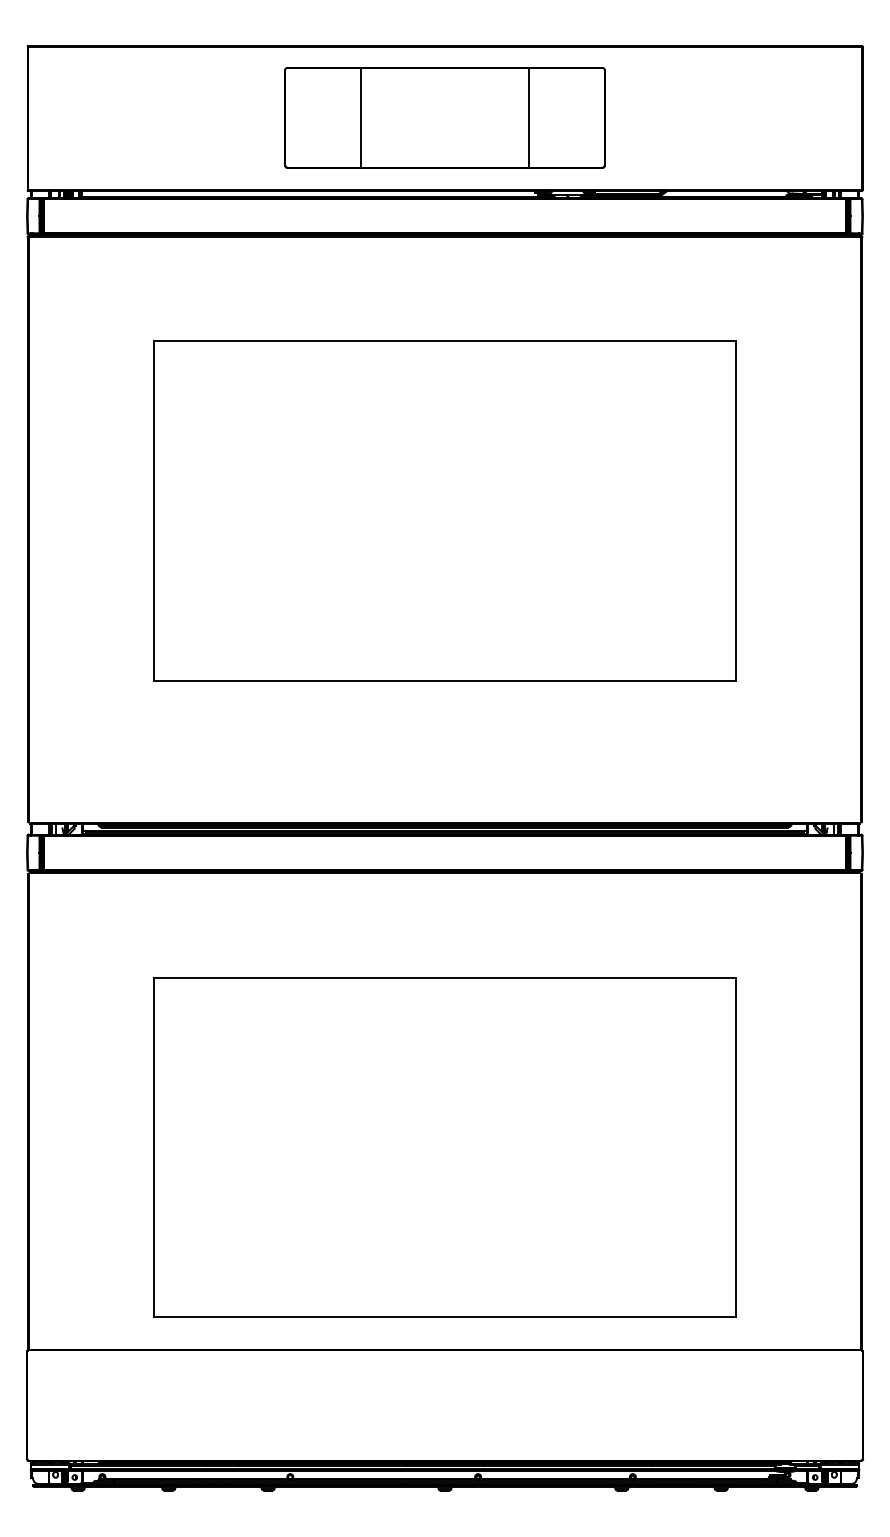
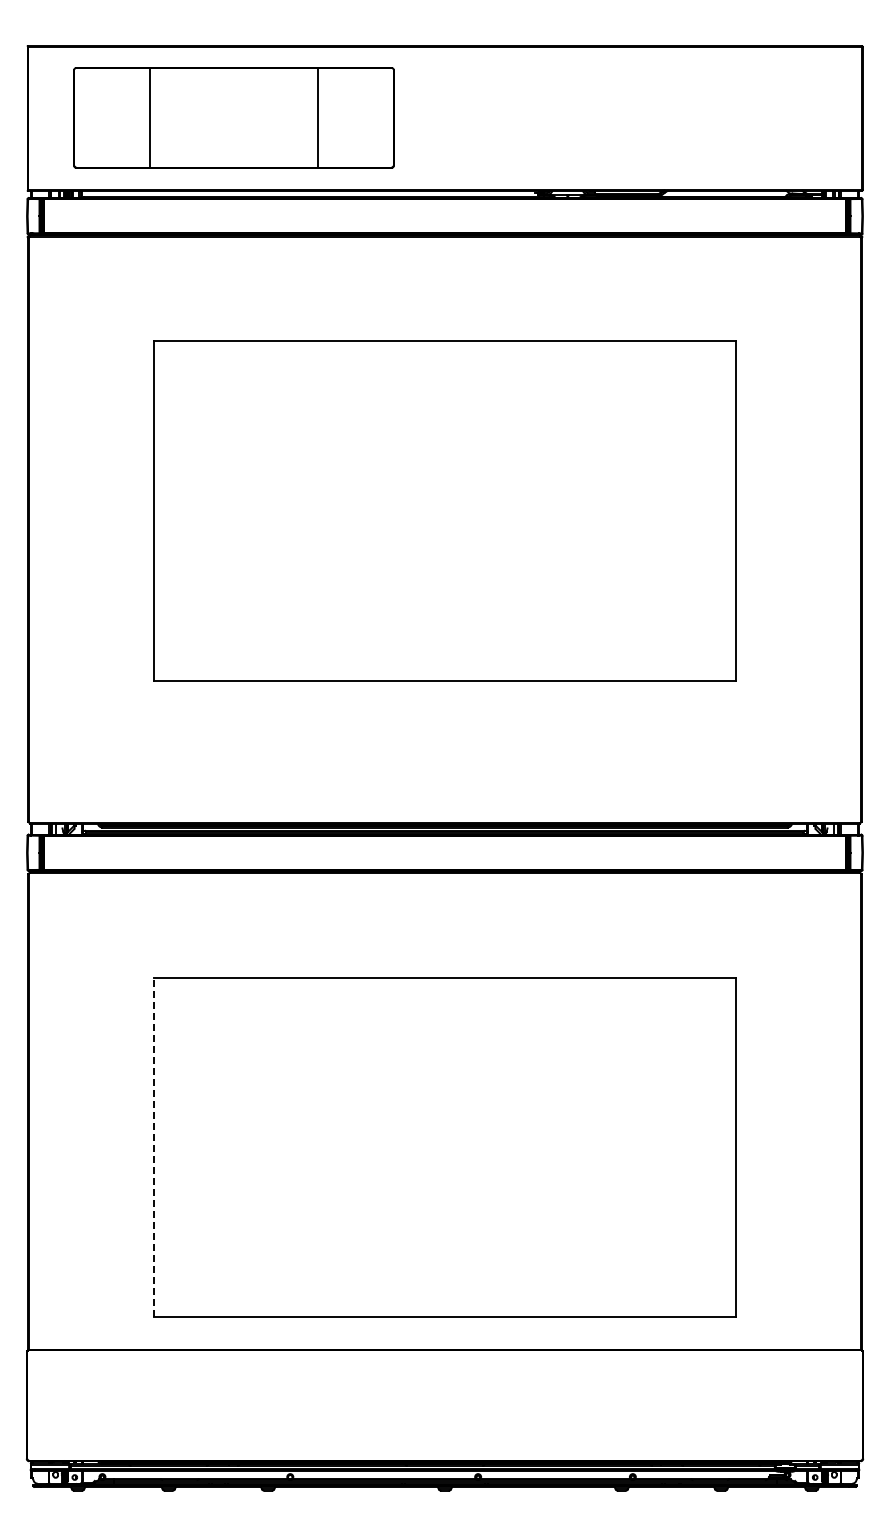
part at (444, 117) position: (444, 117) -> (233, 117)
line at (154, 1147): solid -> dashed
